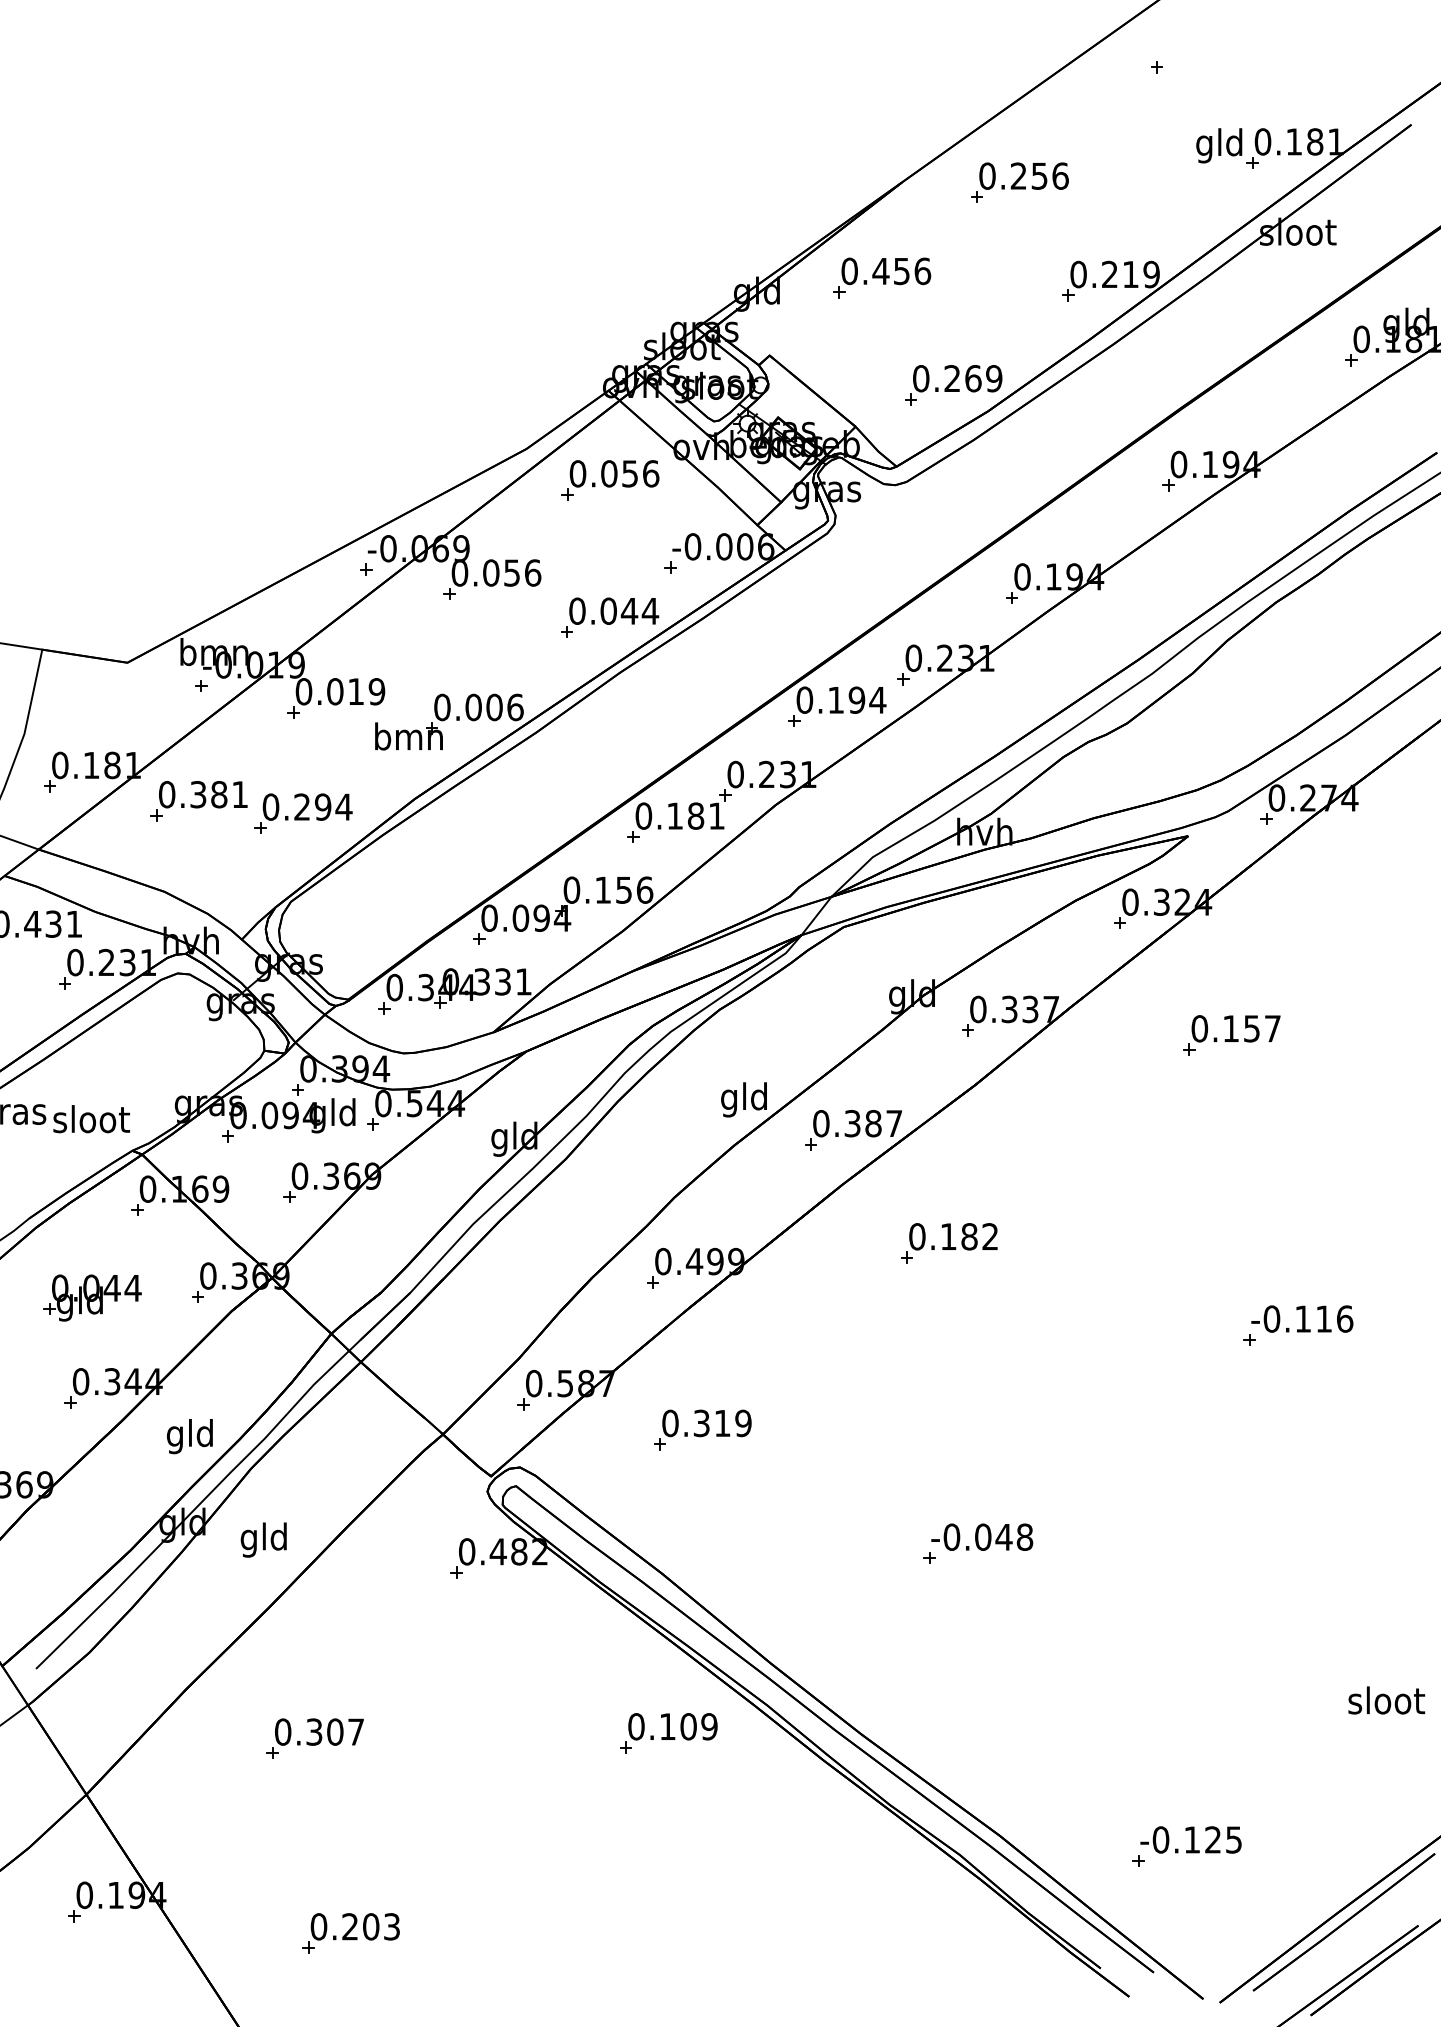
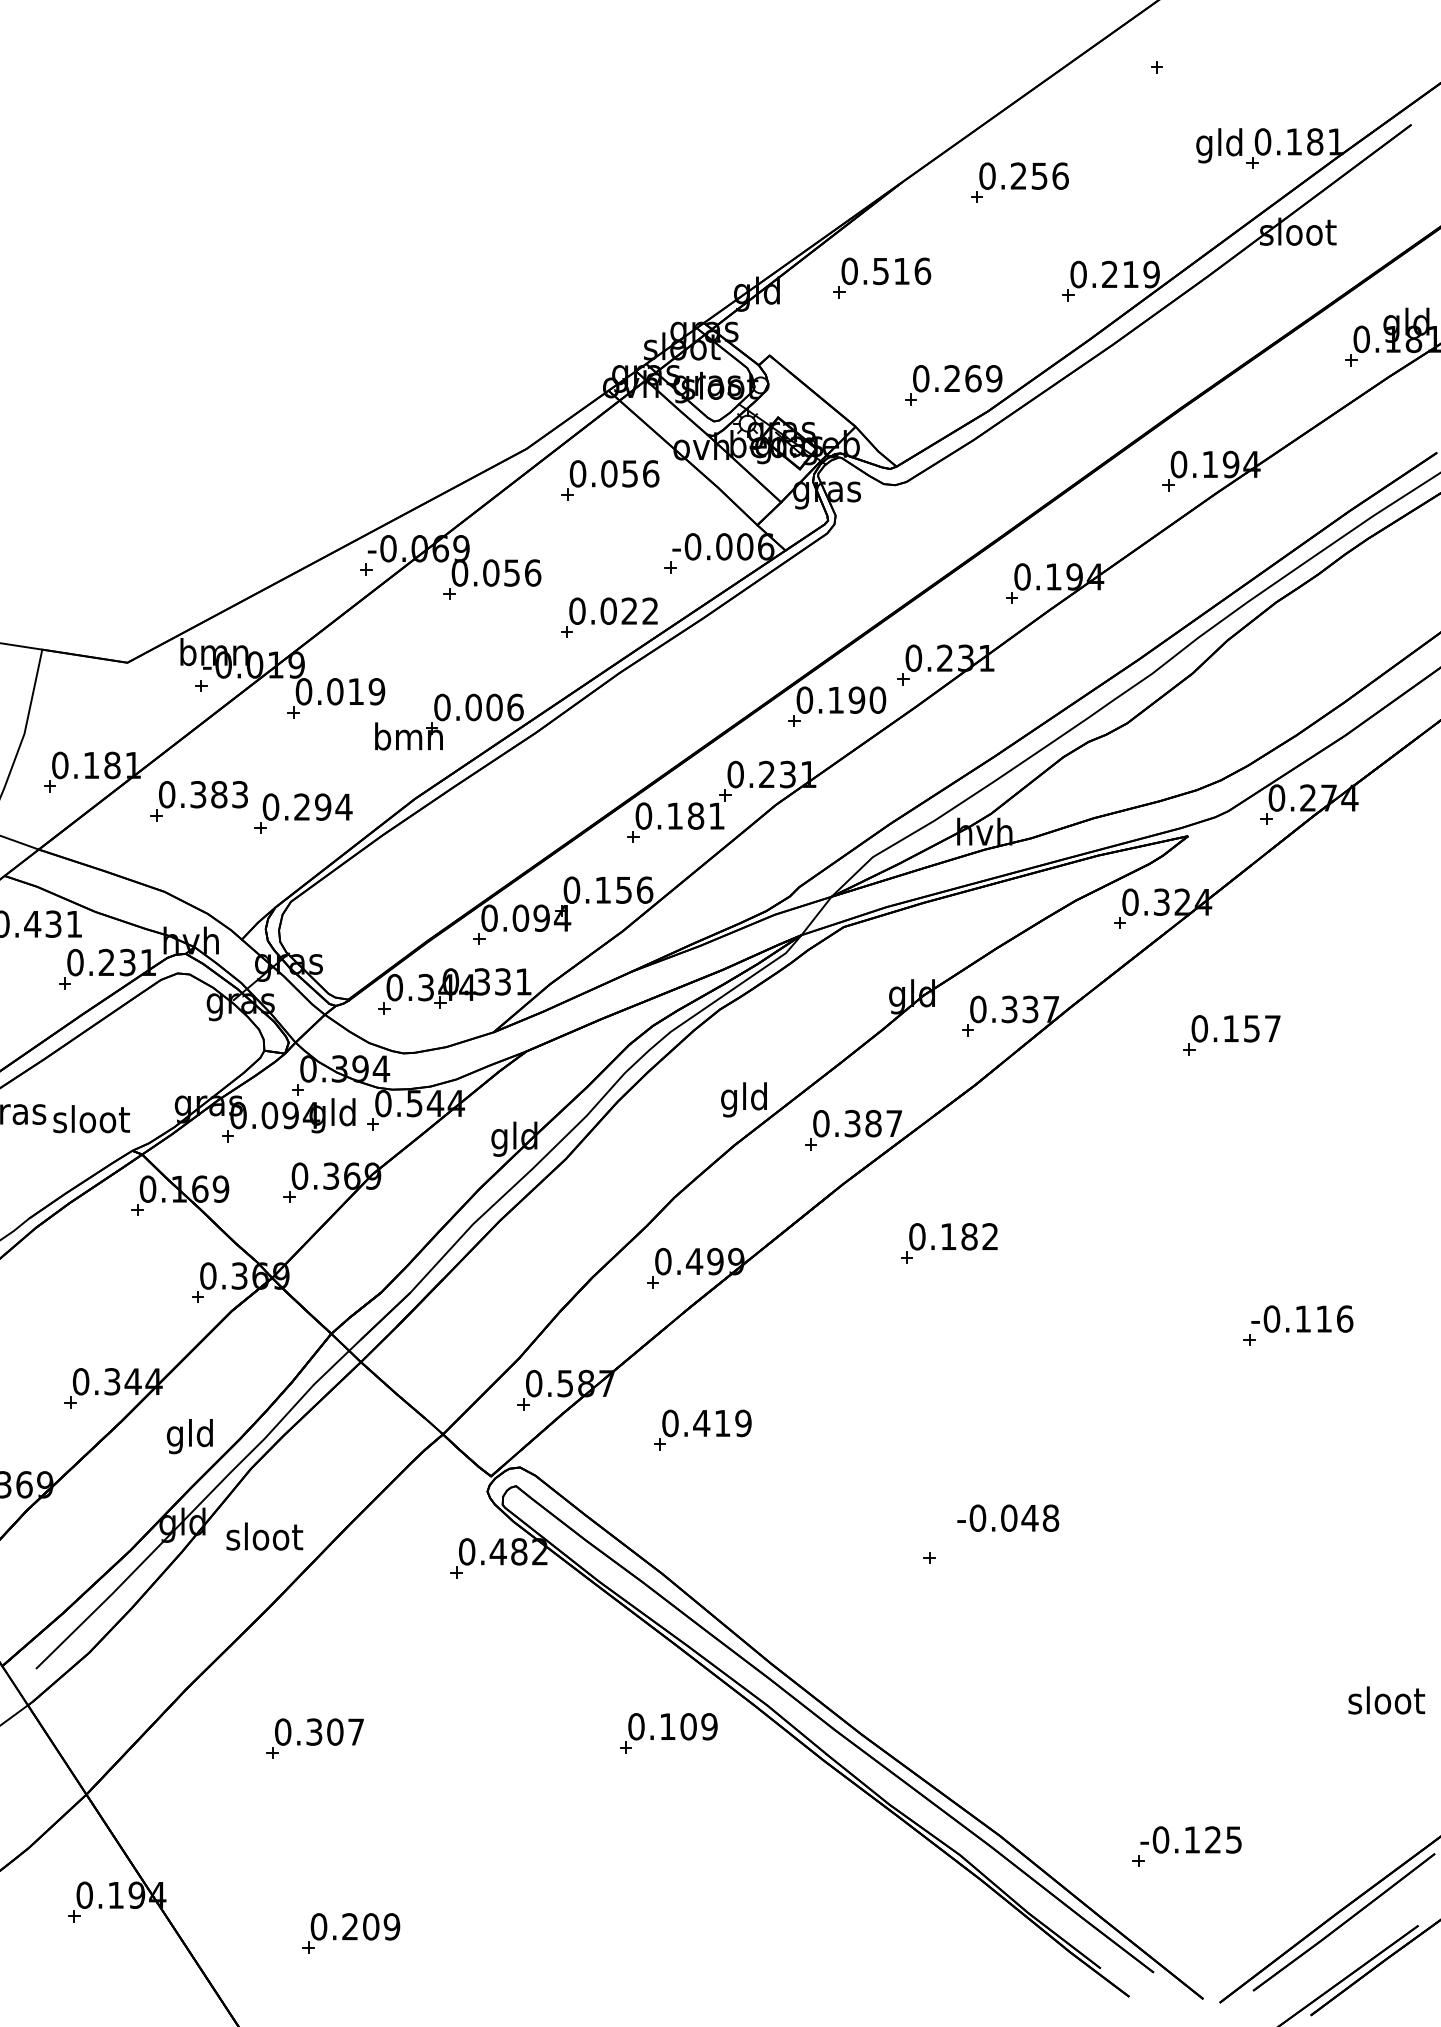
text at (890, 271): 0.456 -> 0.516
text at (639, 610): 0.044 -> 0.022
text at (877, 699): 0.194 -> 0.190
text at (239, 794): 0.381 -> 0.383
part at (92, 1297): present -> none
text at (701, 1423): 0.319 -> 0.419
text at (982, 1536) position: (982, 1536) -> (1008, 1517)
text at (264, 1539): gld -> sloot
text at (391, 1926): 0.203 -> 0.209
